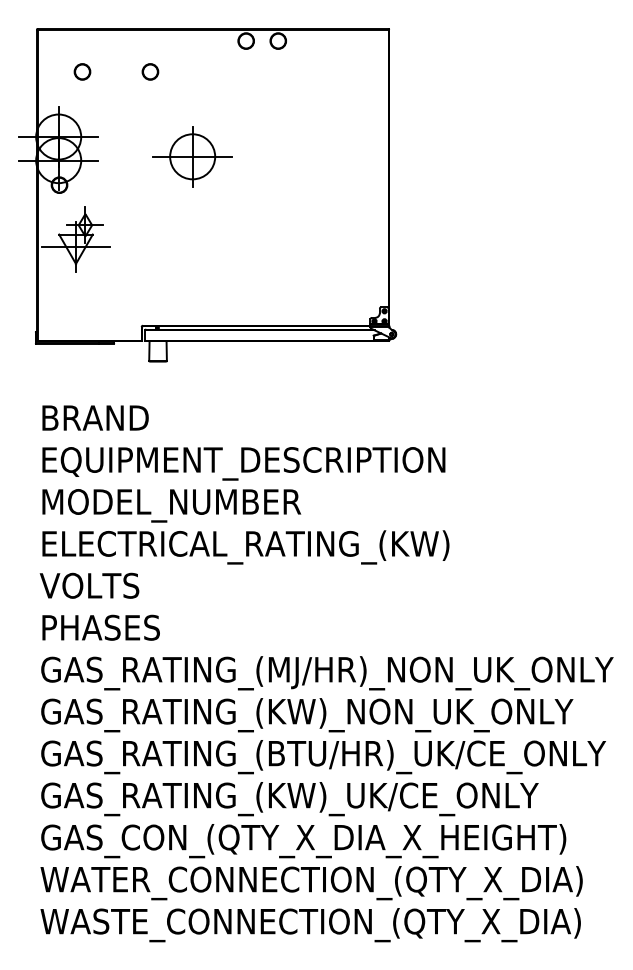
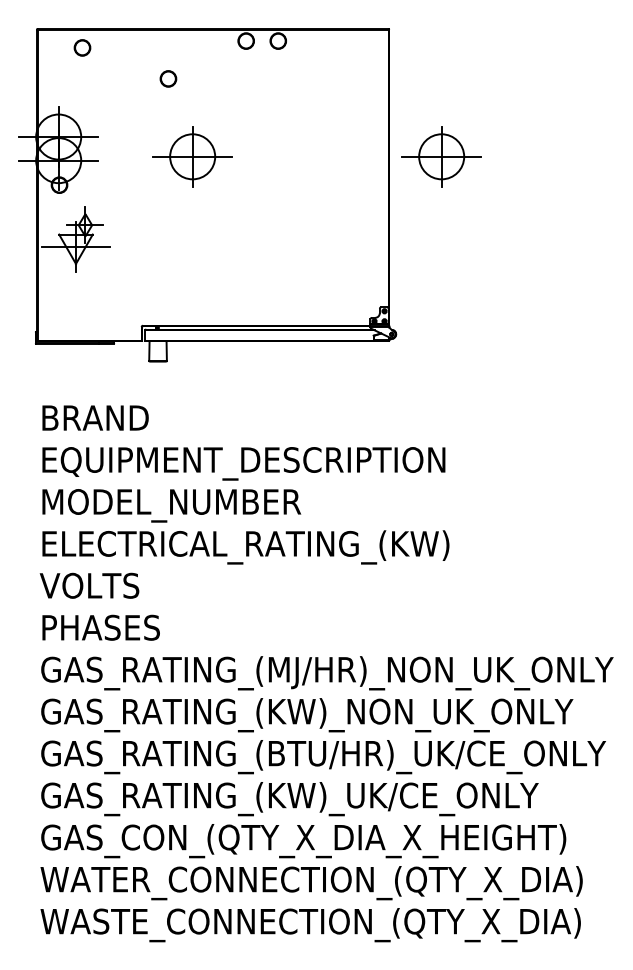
part at (82, 71) position: (82, 71) -> (82, 47)
part at (150, 71) position: (150, 71) -> (168, 78)
part at (441, 156): none -> present
